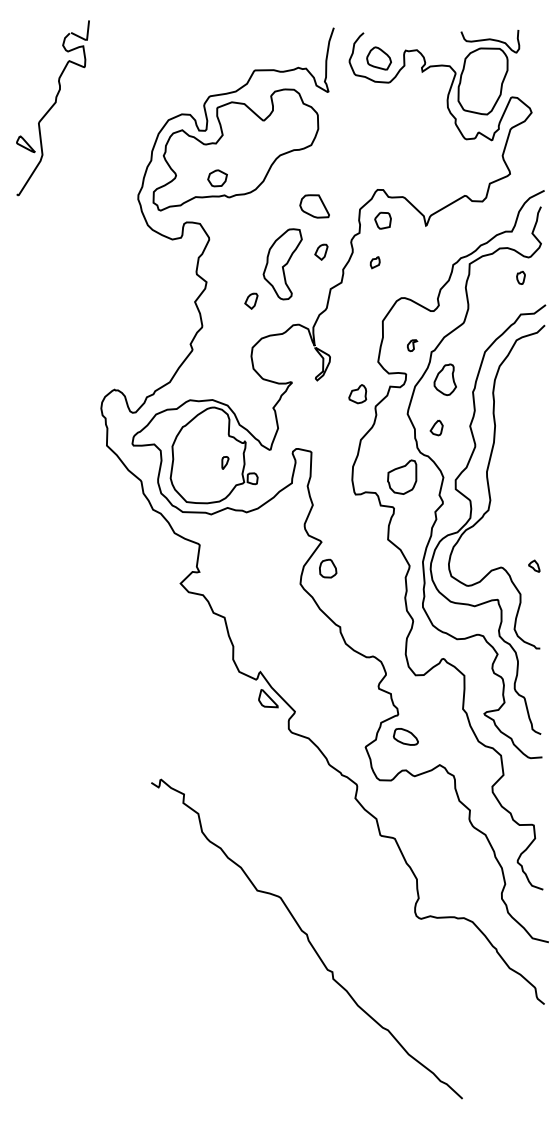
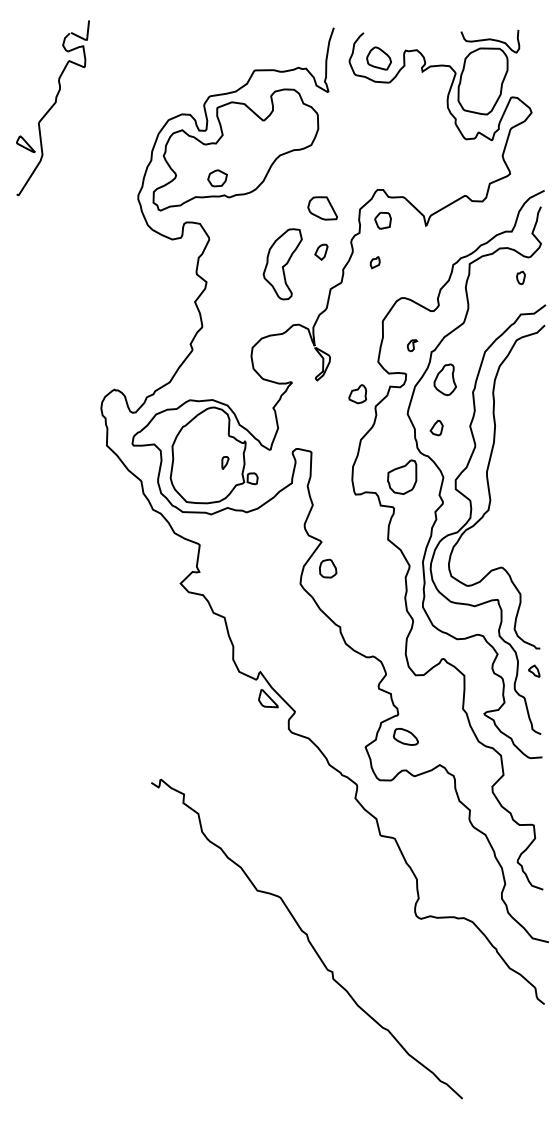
part at (314, 206) position: (314, 206) -> (322, 208)
part at (251, 300): present -> none
part at (534, 565) position: (534, 565) -> (534, 670)
